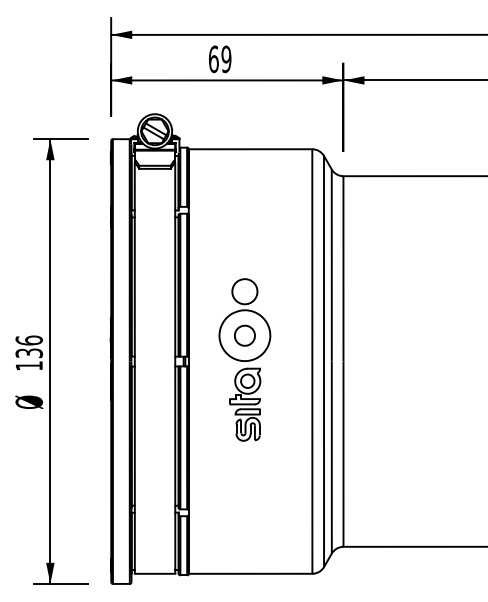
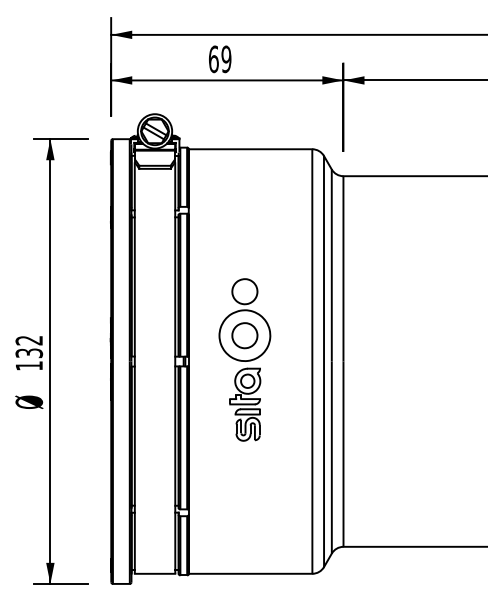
part at (244, 335) size: 22x23 px -> 28x28 px
text at (29, 340): 136 -> 132
